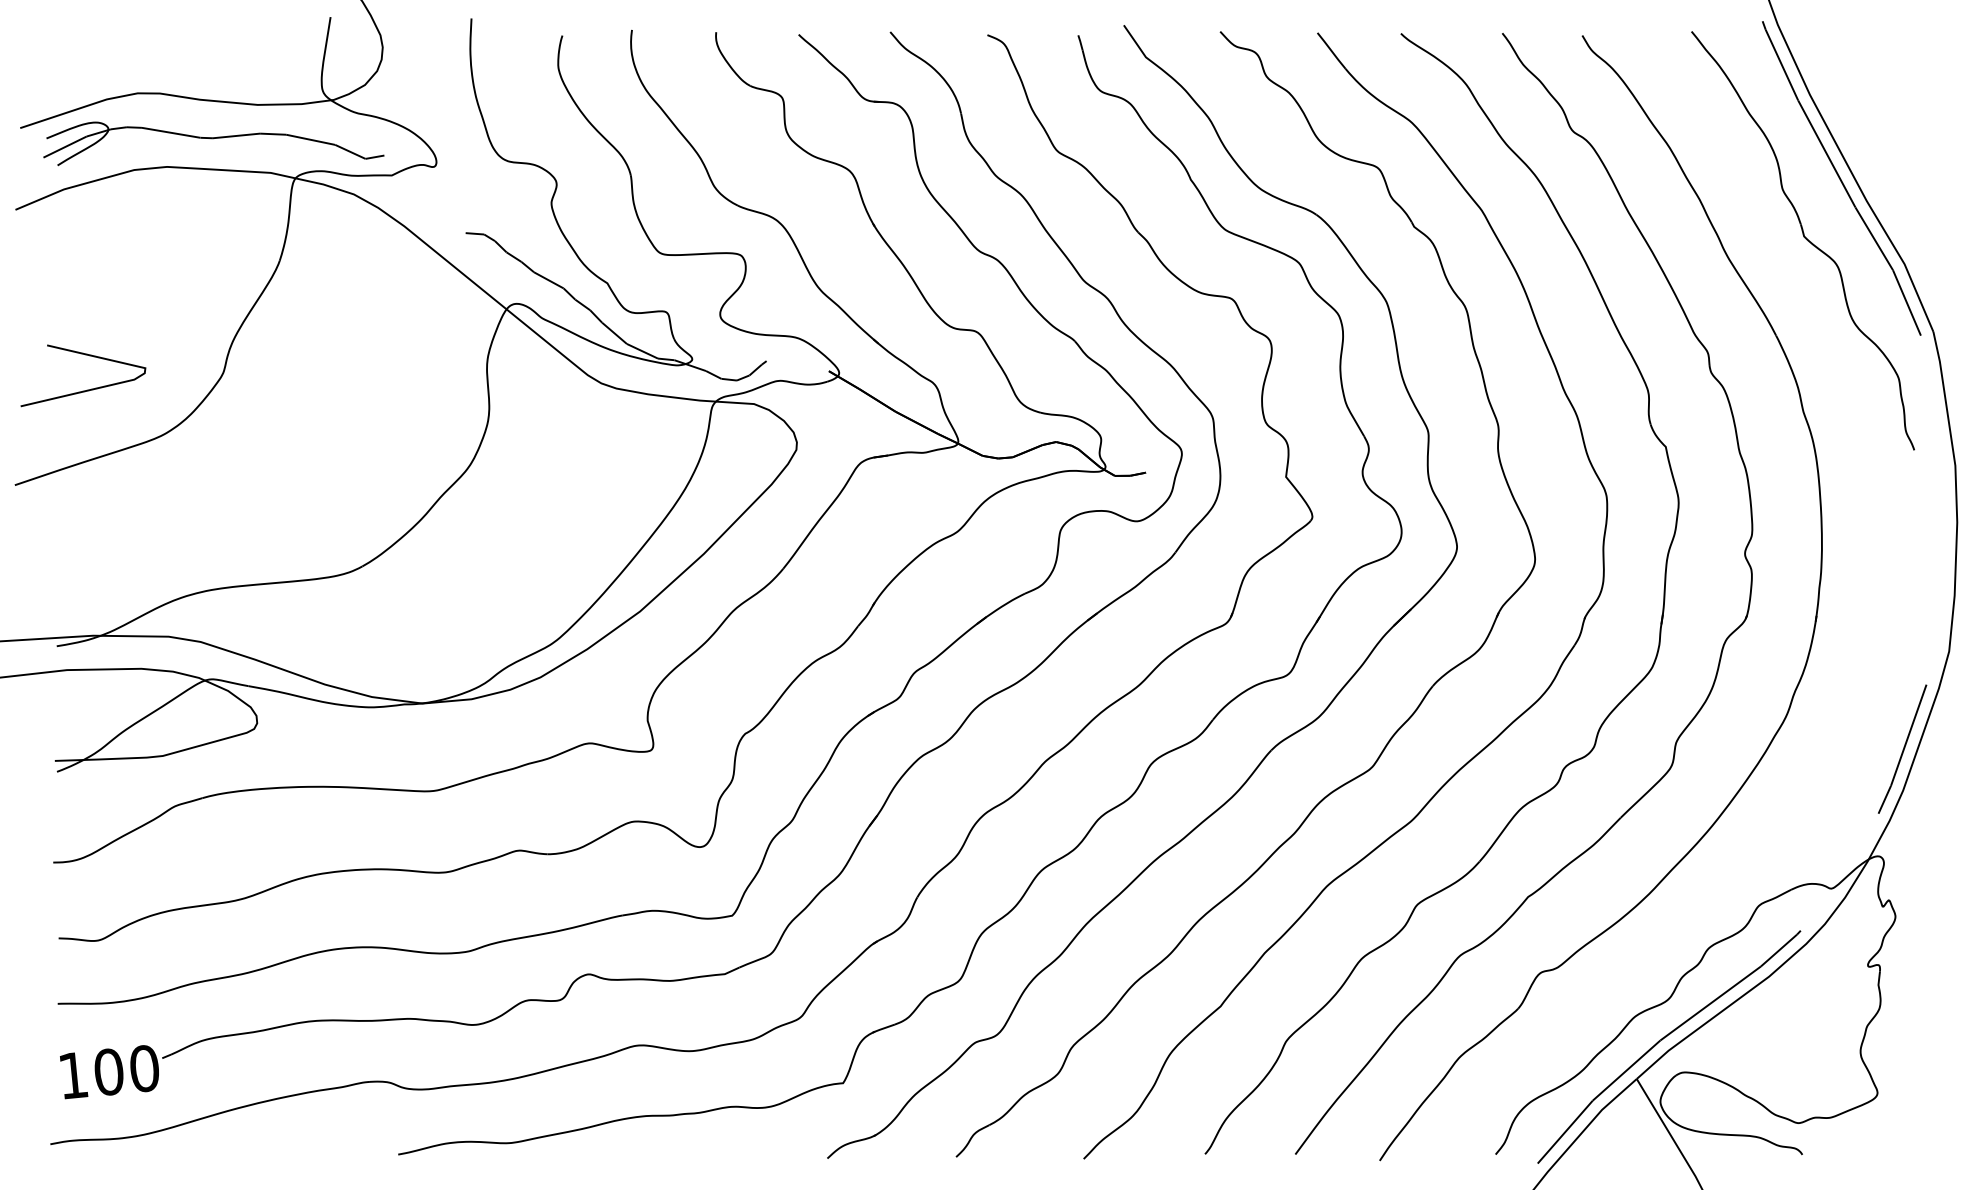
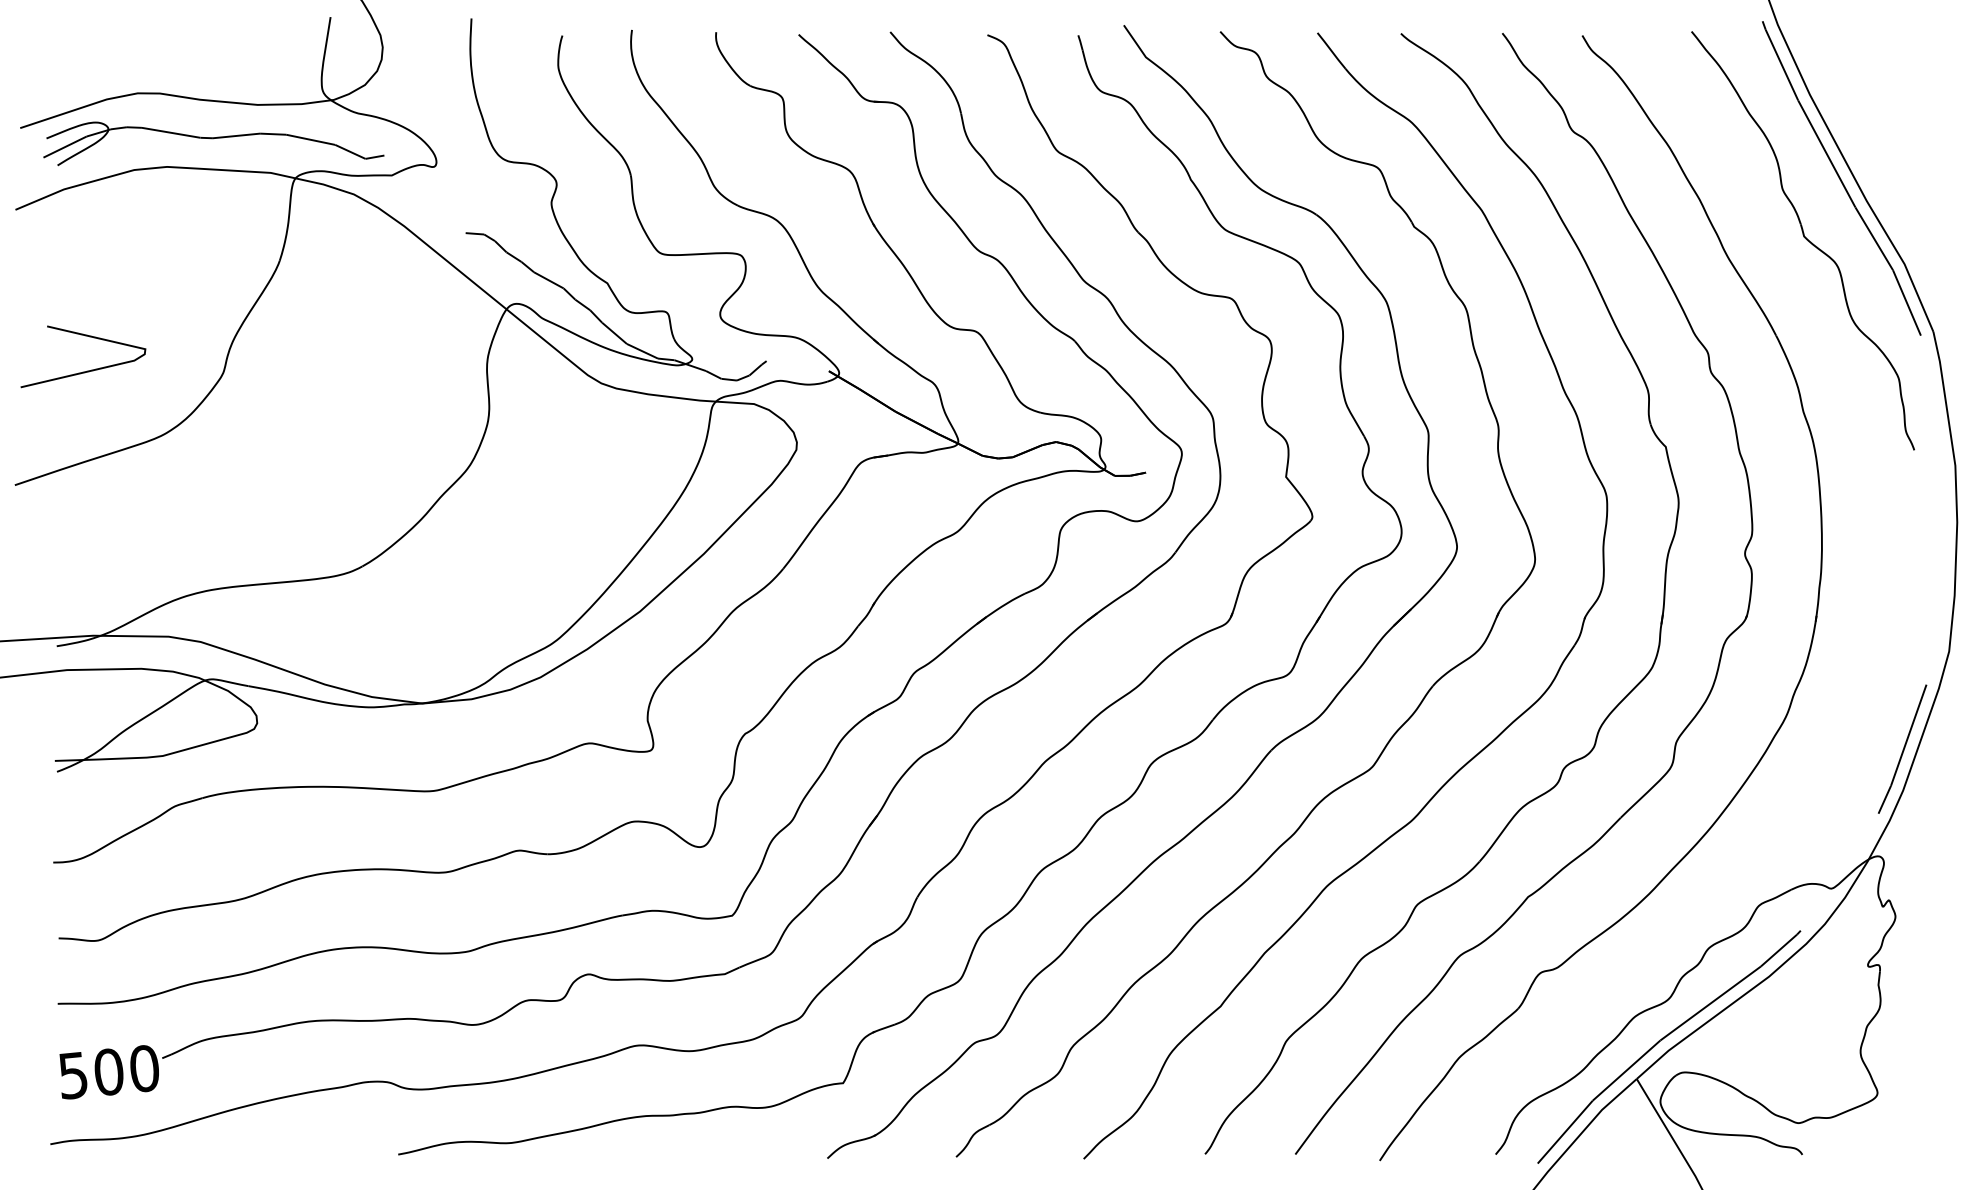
line at (87, 389) position: (87, 389) -> (87, 370)
text at (73, 1075): 100 -> 500
